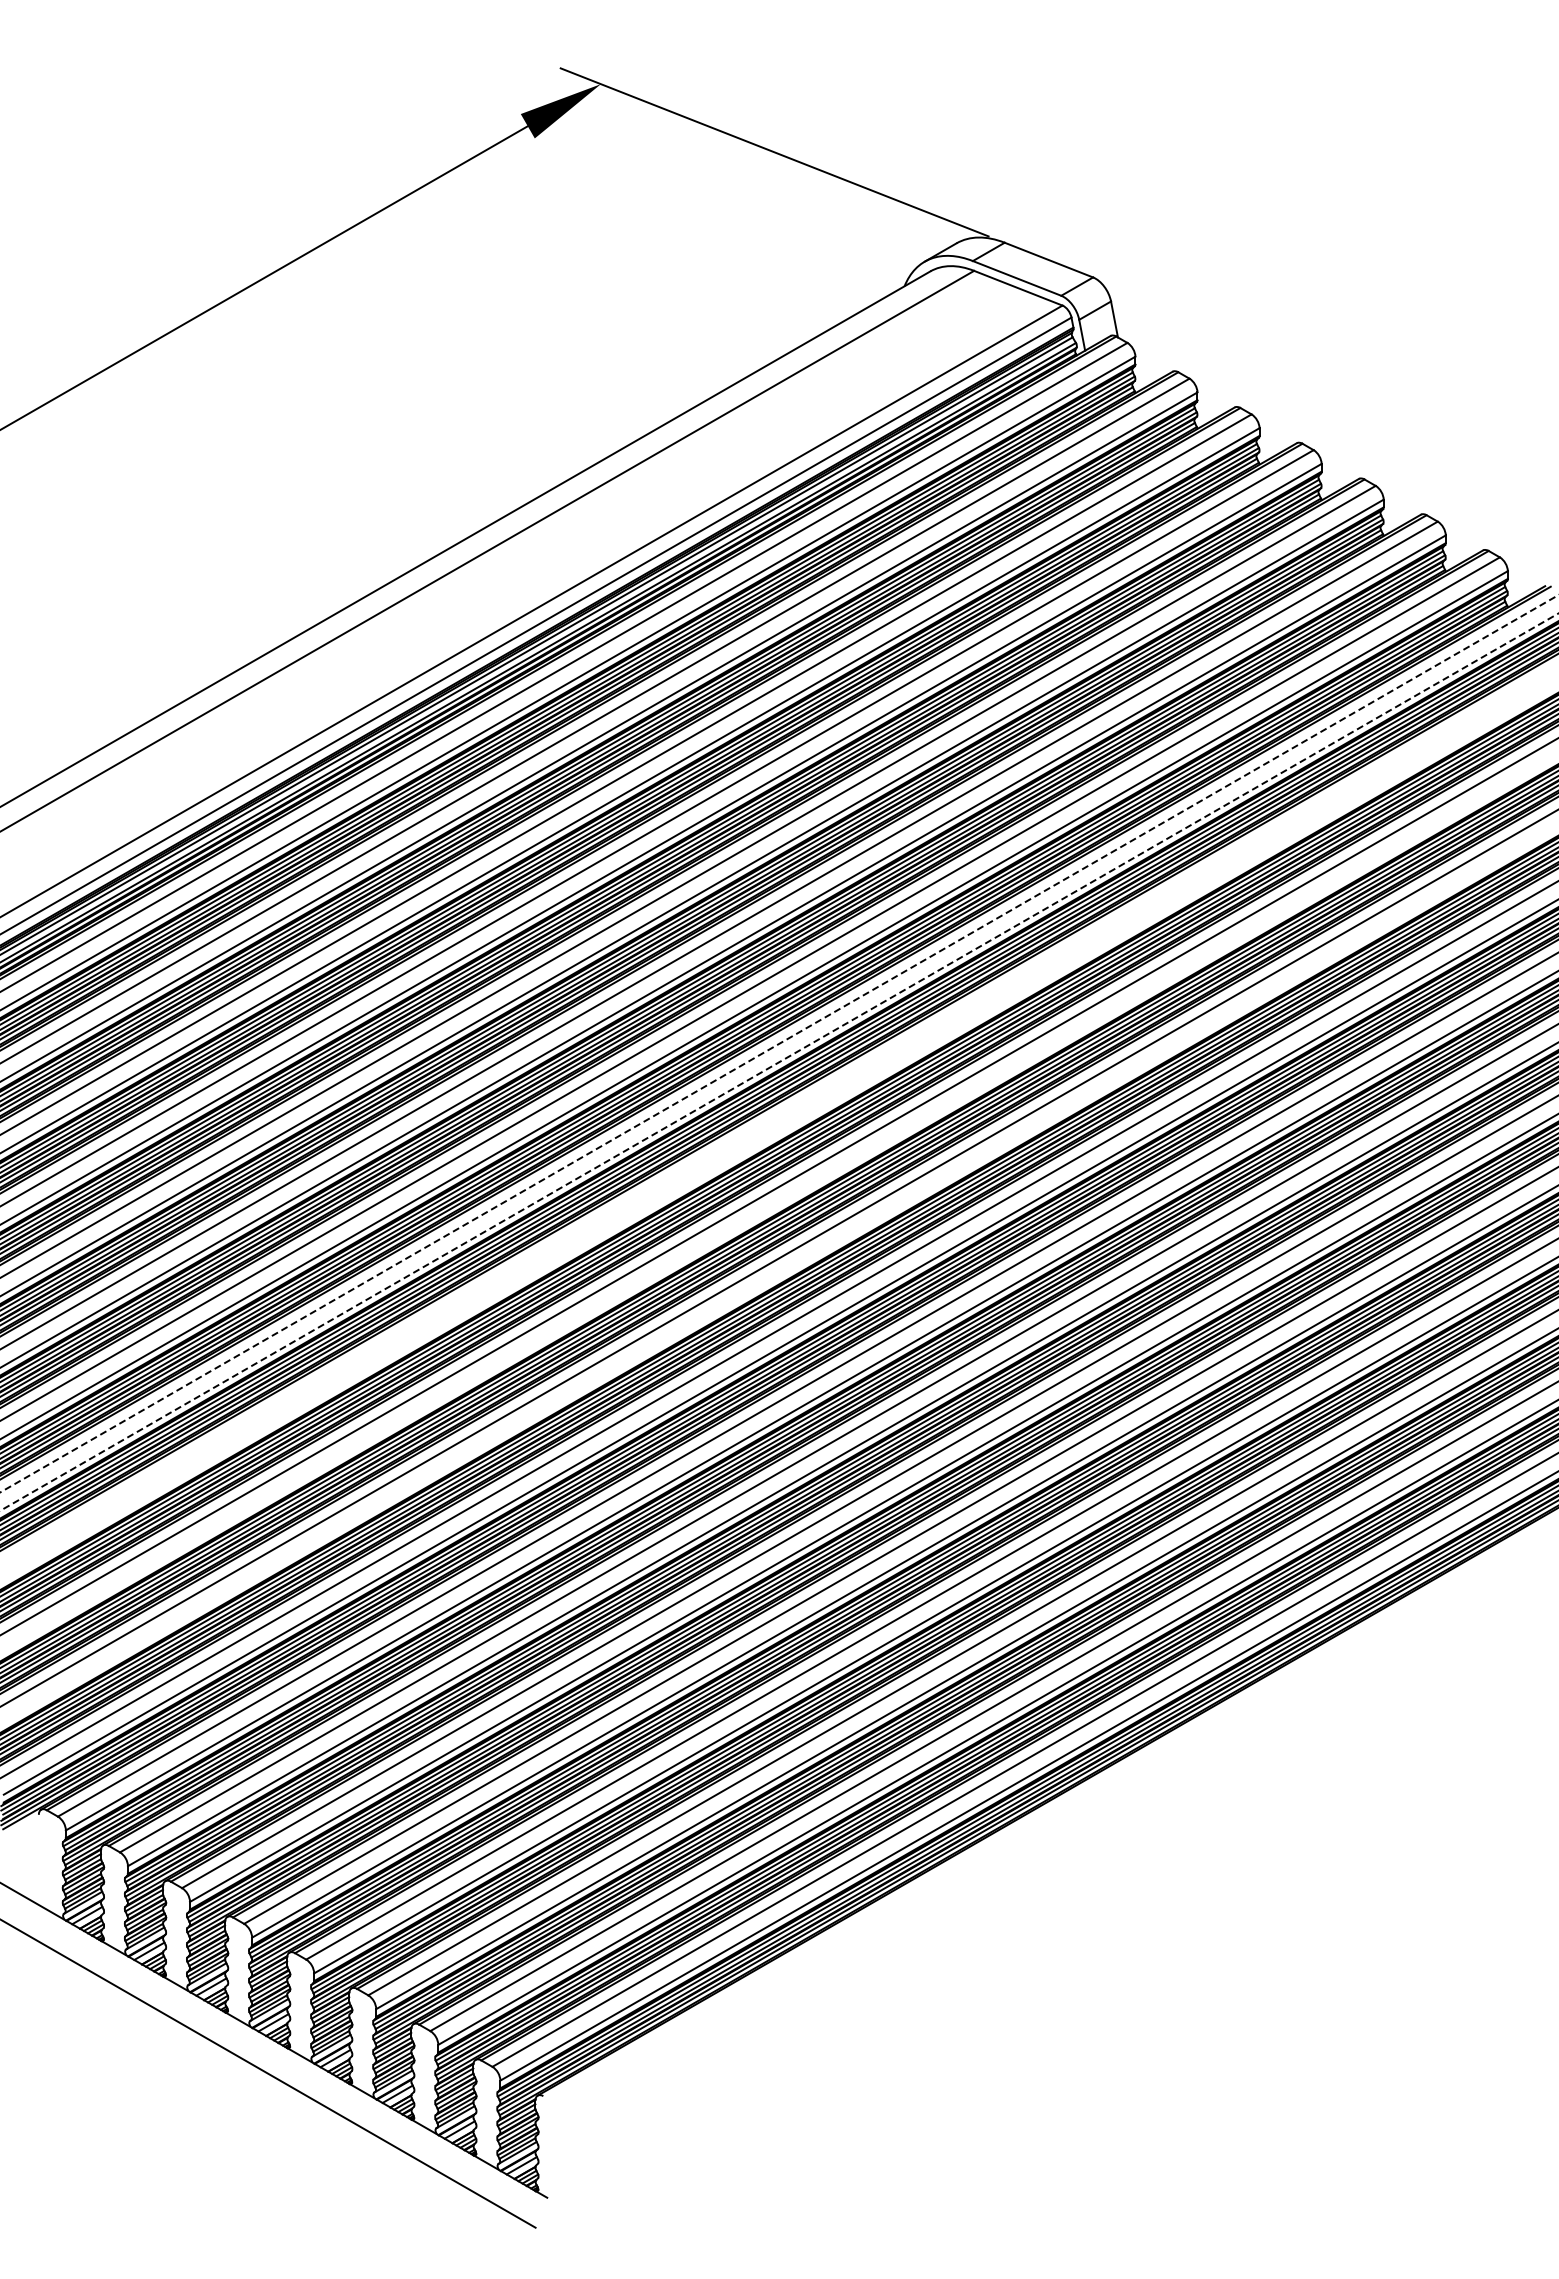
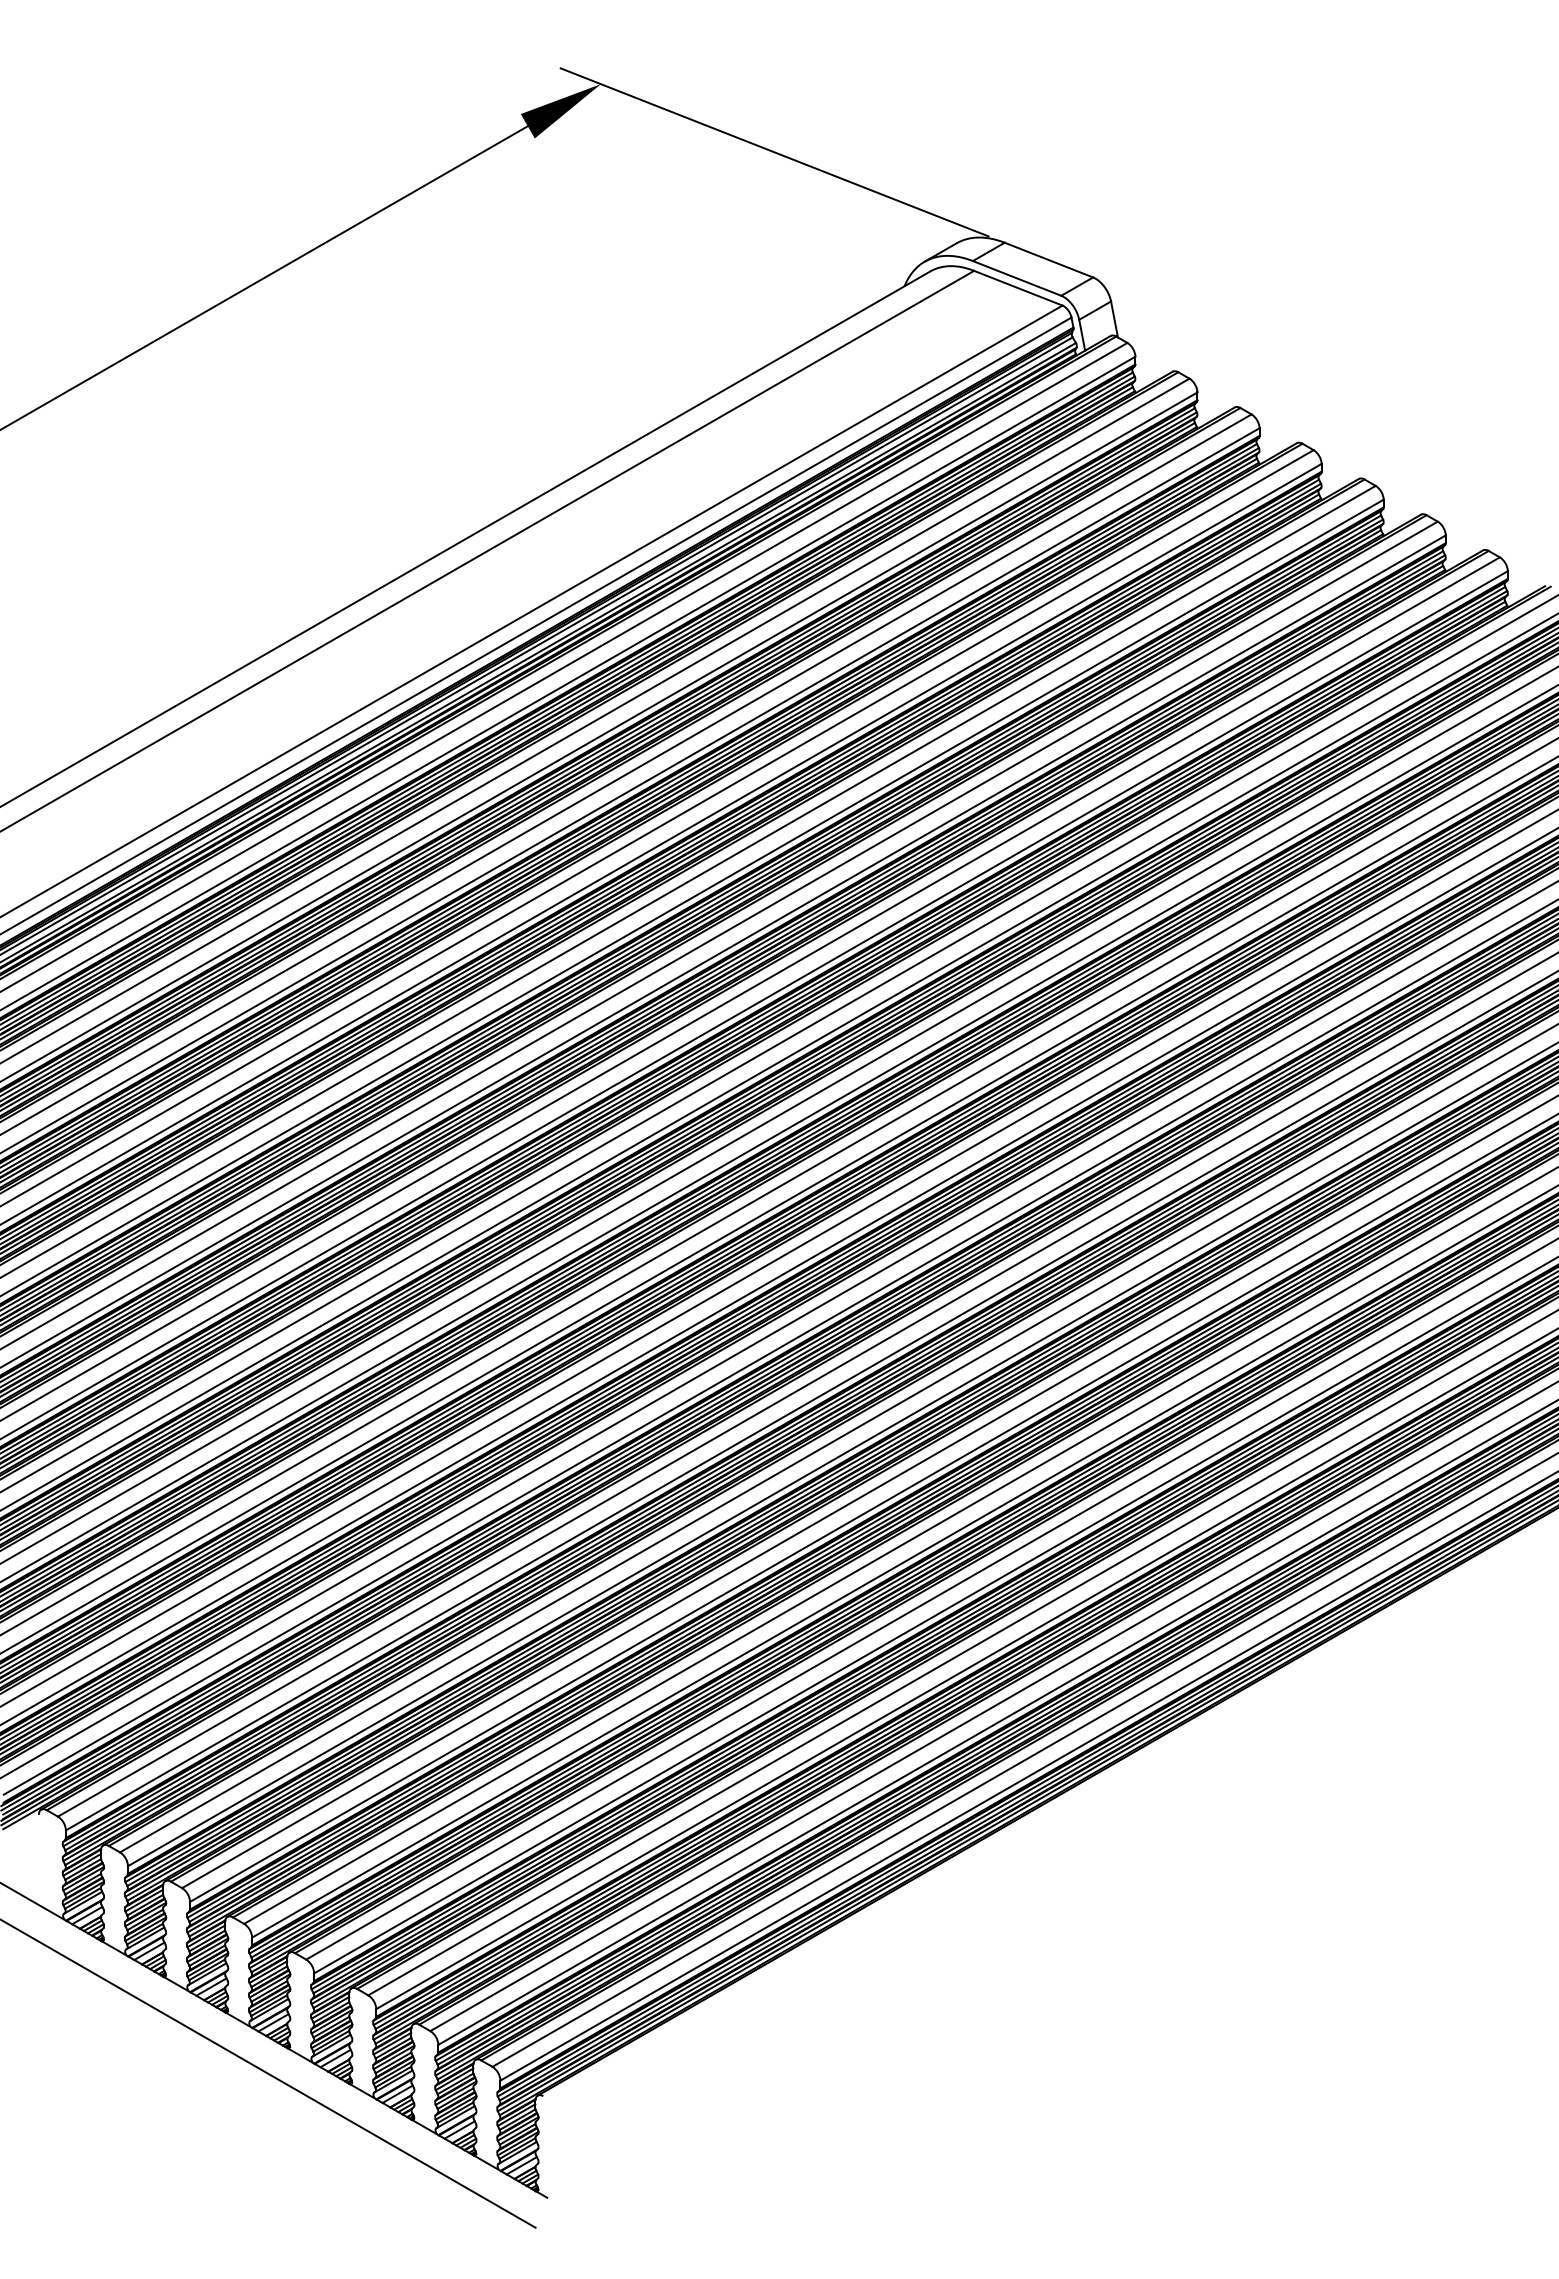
line at (779, 1043): dashed -> solid
line at (779, 1061): dashed -> solid
line at (778, 1115): none -> present
line at (778, 1133): none -> present
line at (778, 1205): none -> present
line at (778, 1276): none -> present
